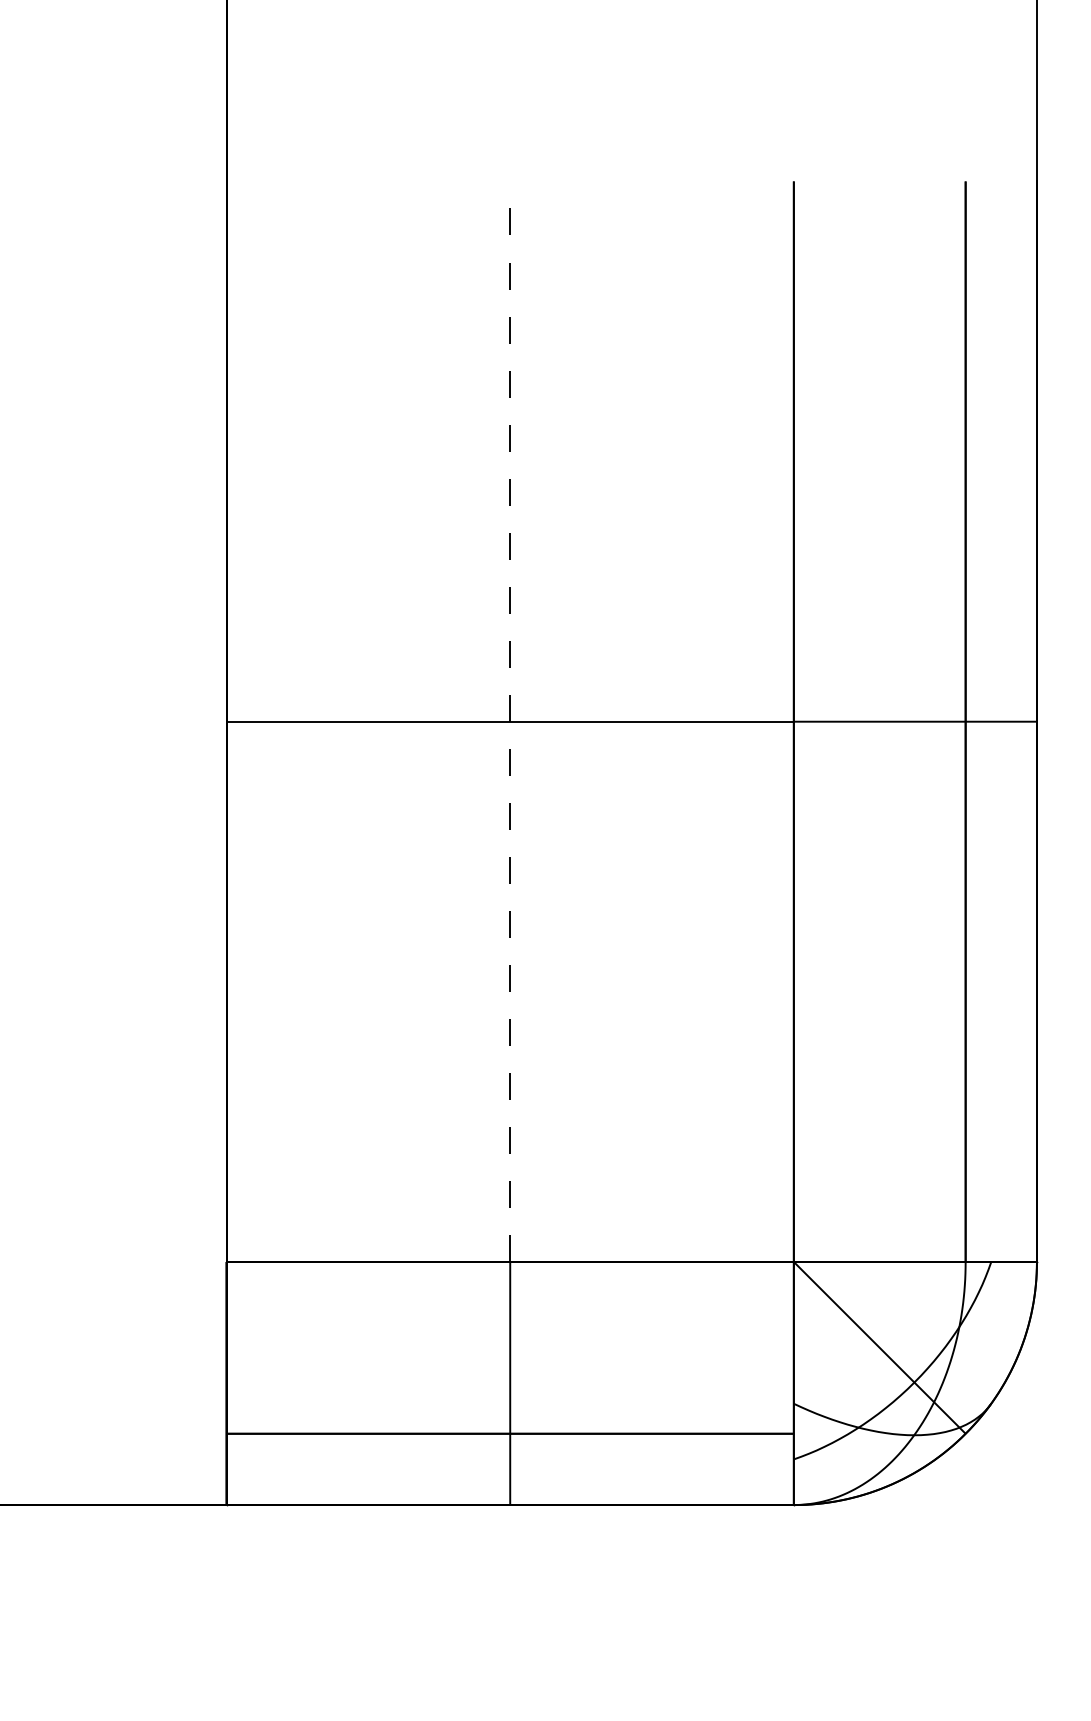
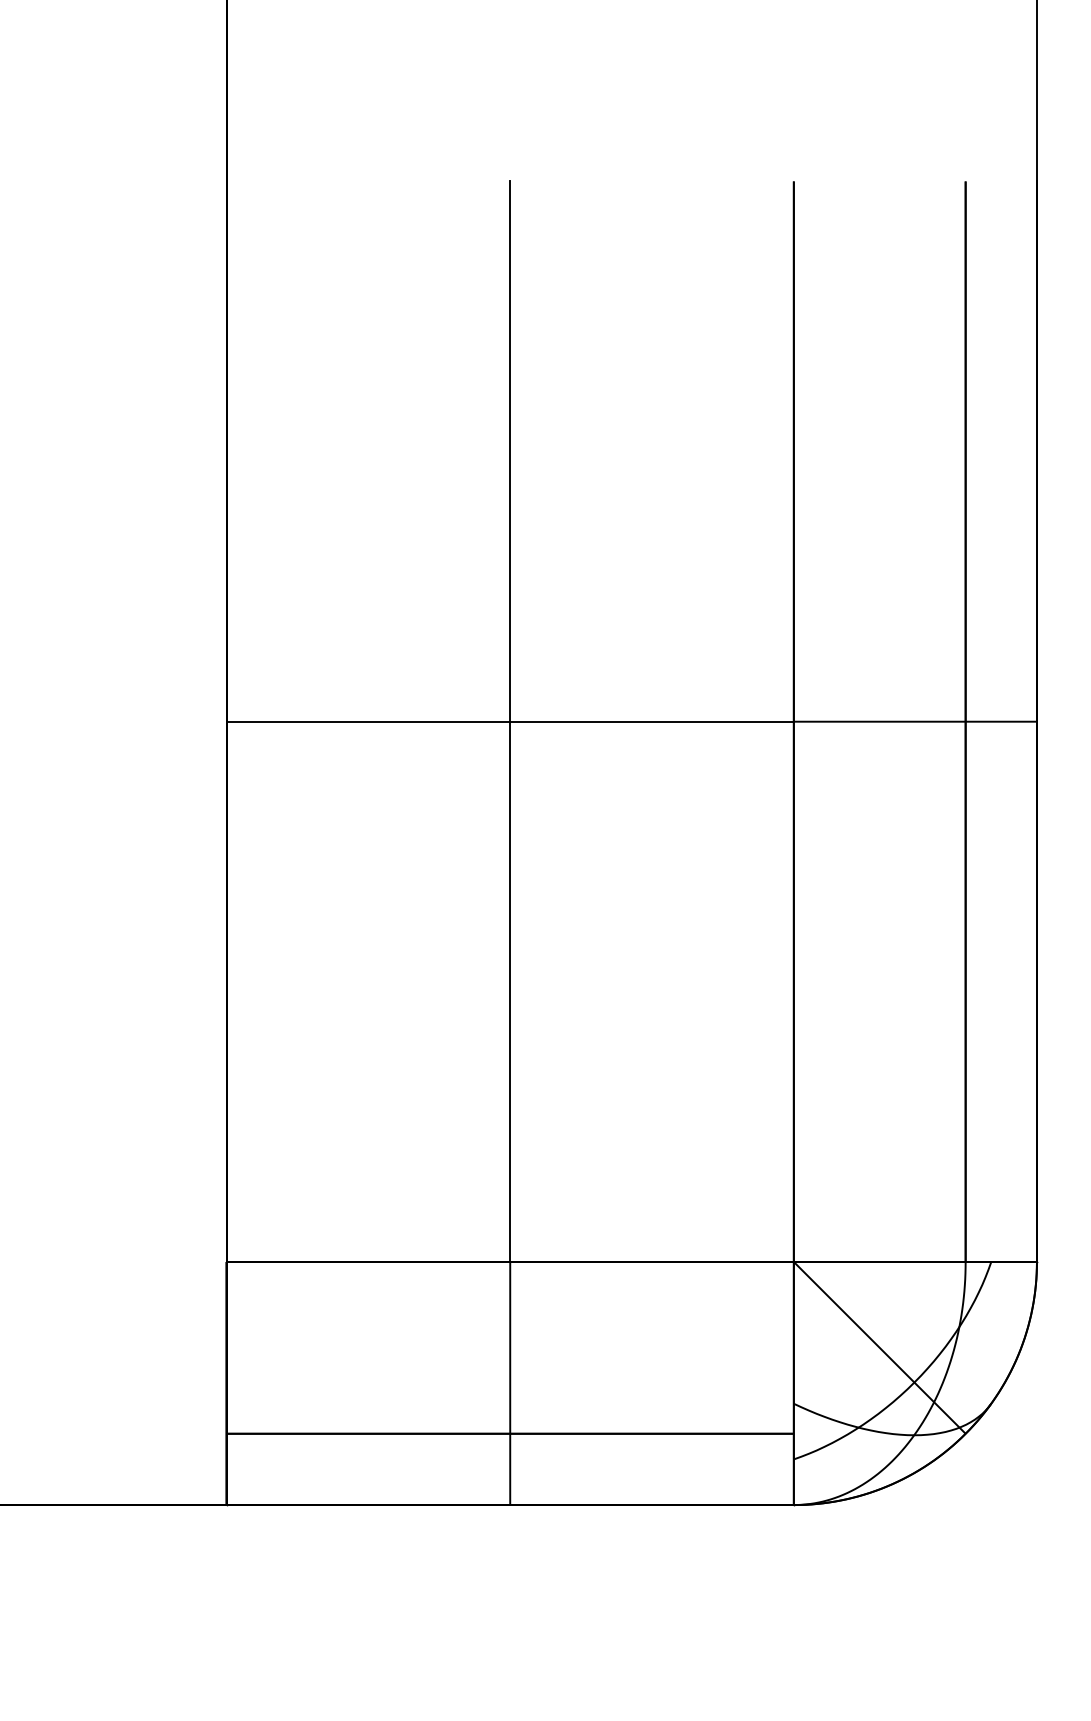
line at (510, 721): dashed -> solid
